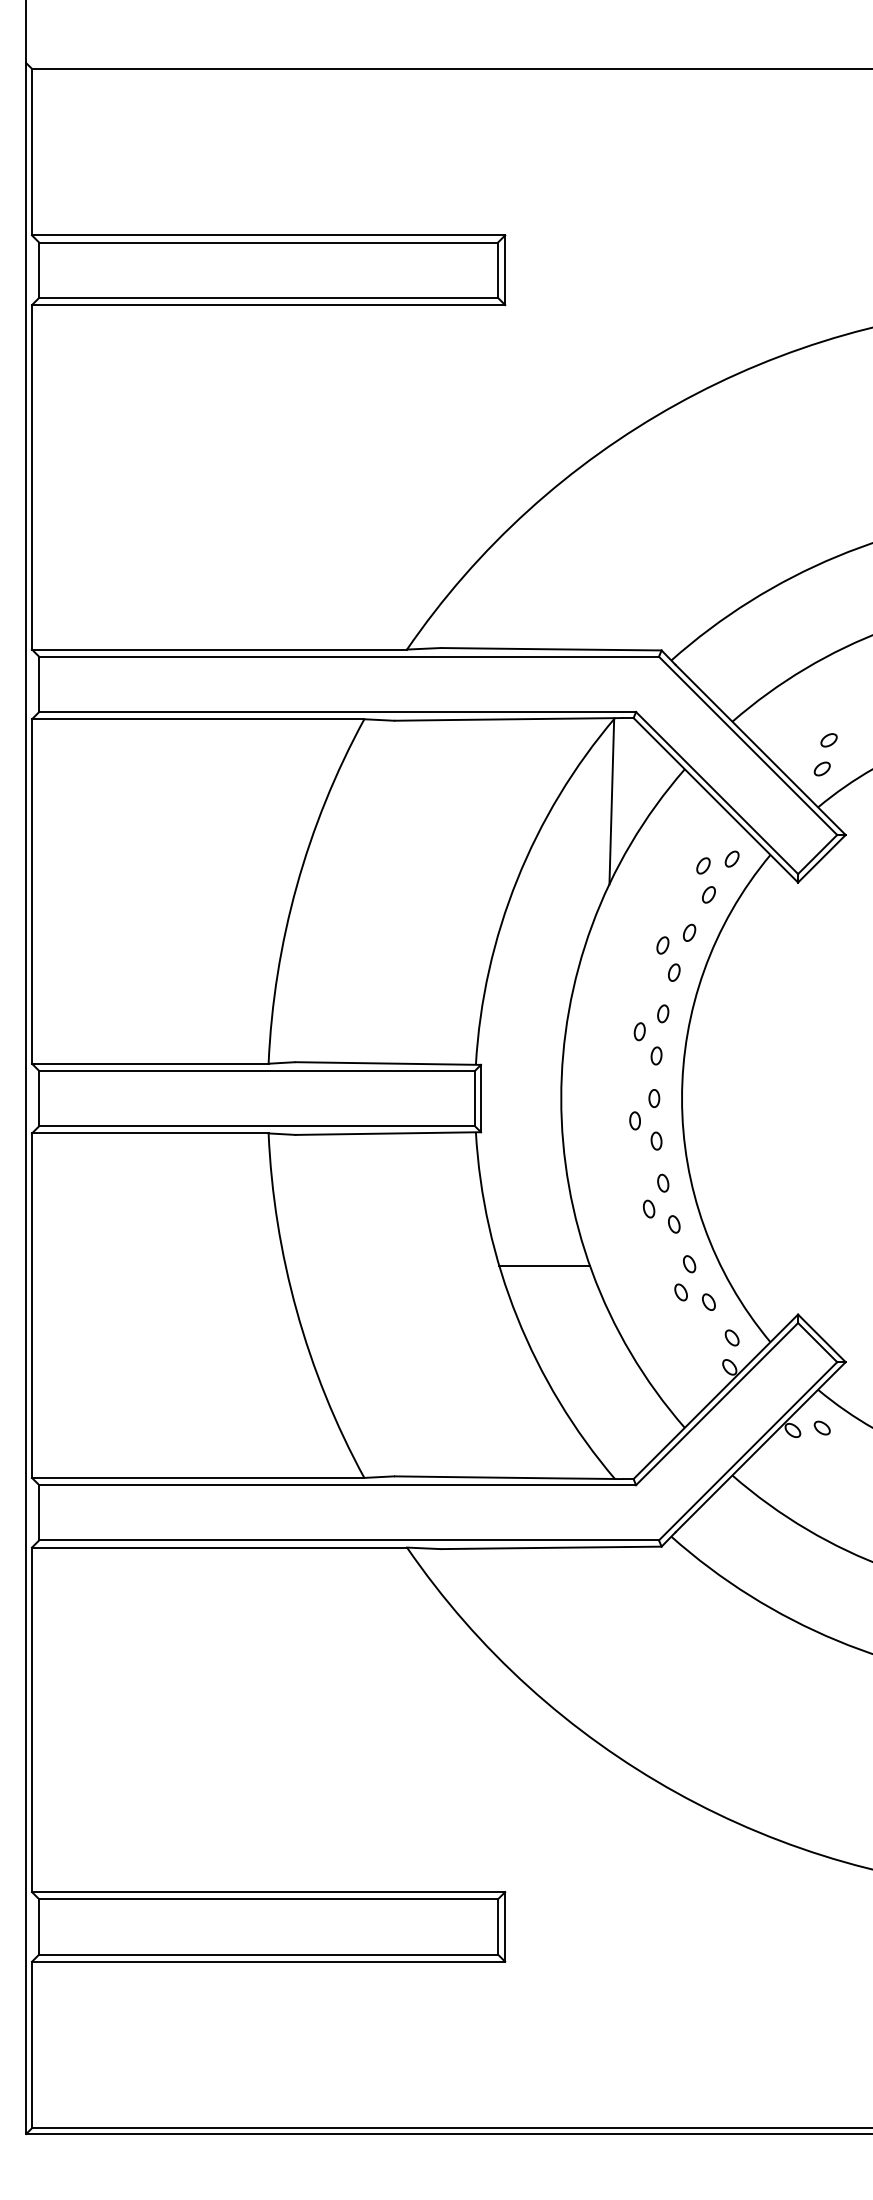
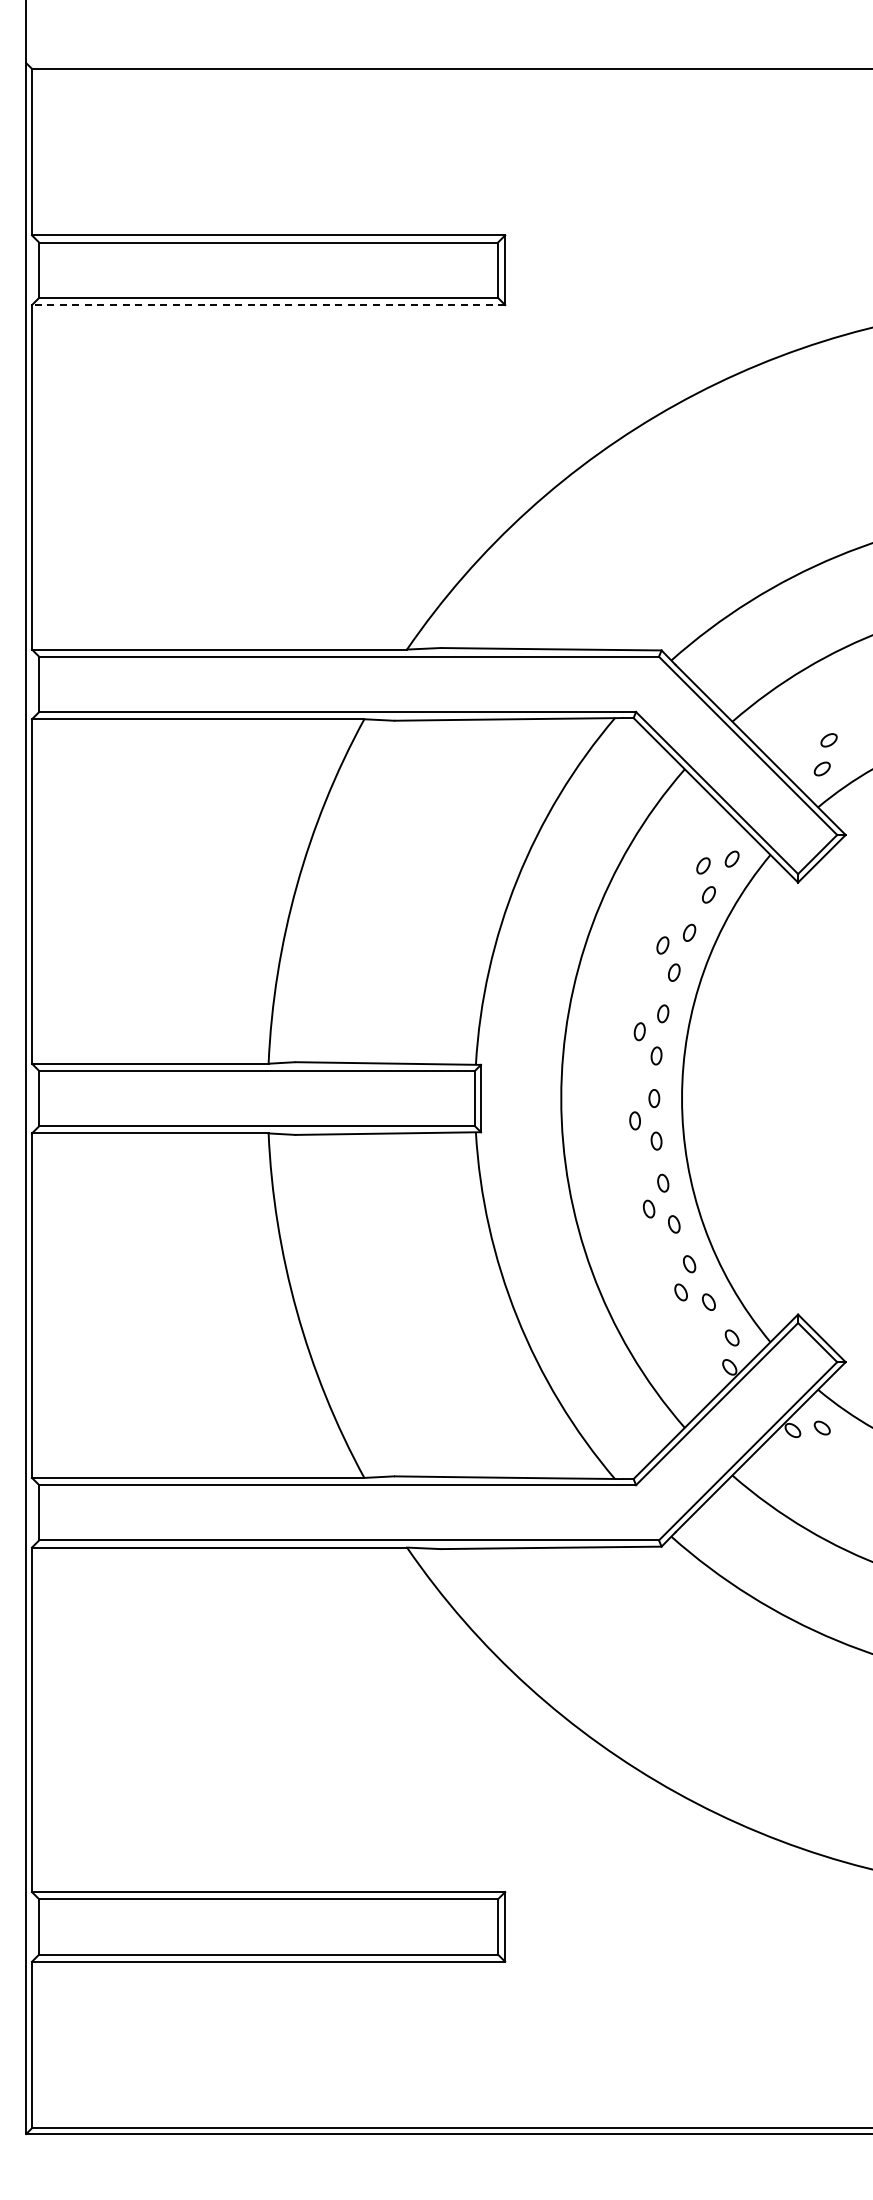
line at (268, 305): solid -> dashed
line at (611, 801): present -> none
line at (544, 1265): present -> none
